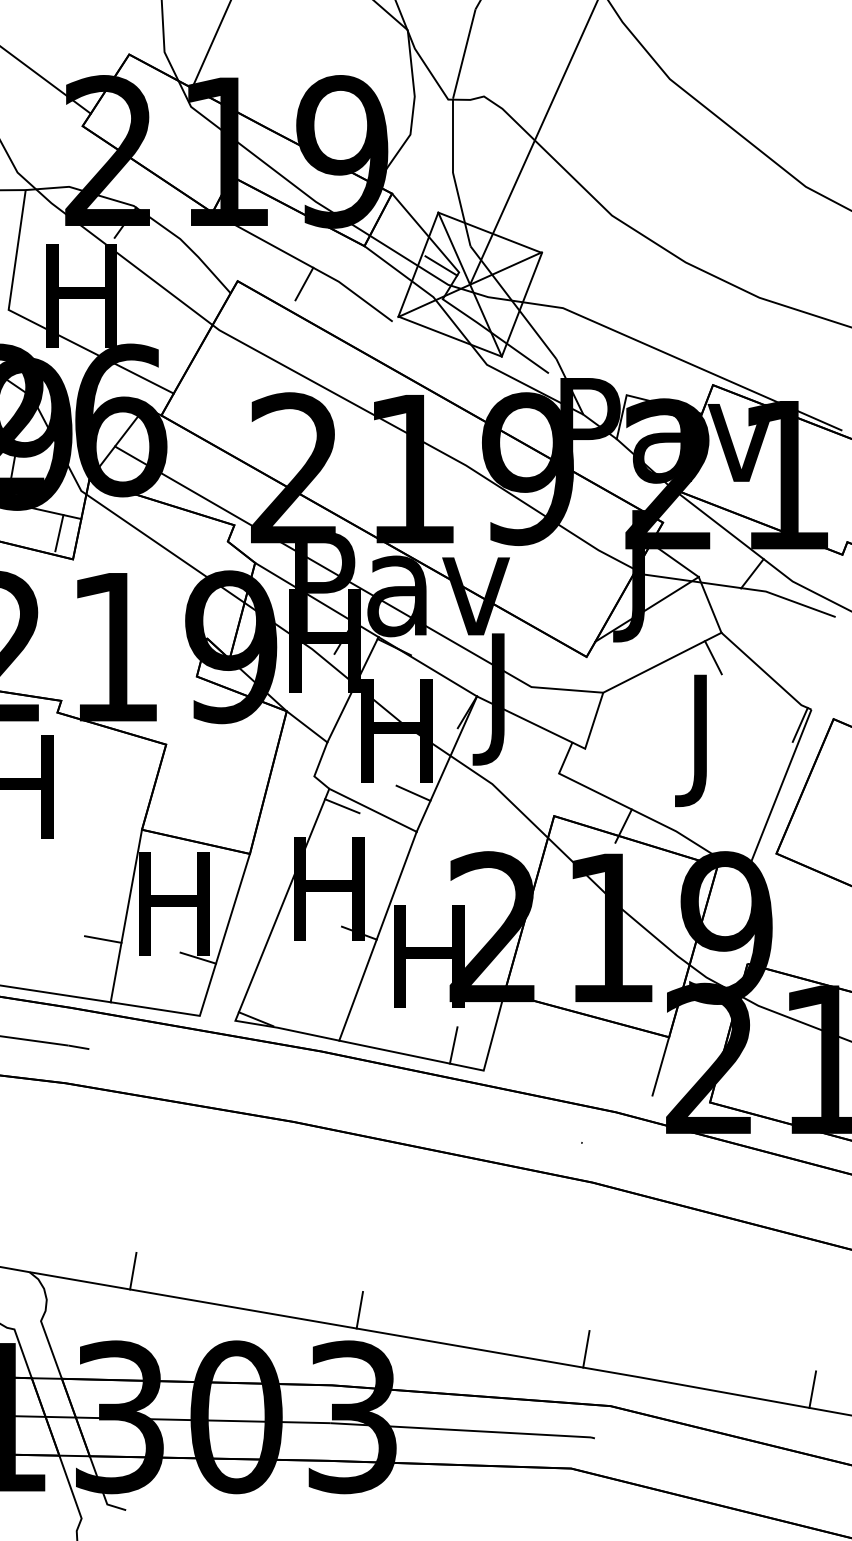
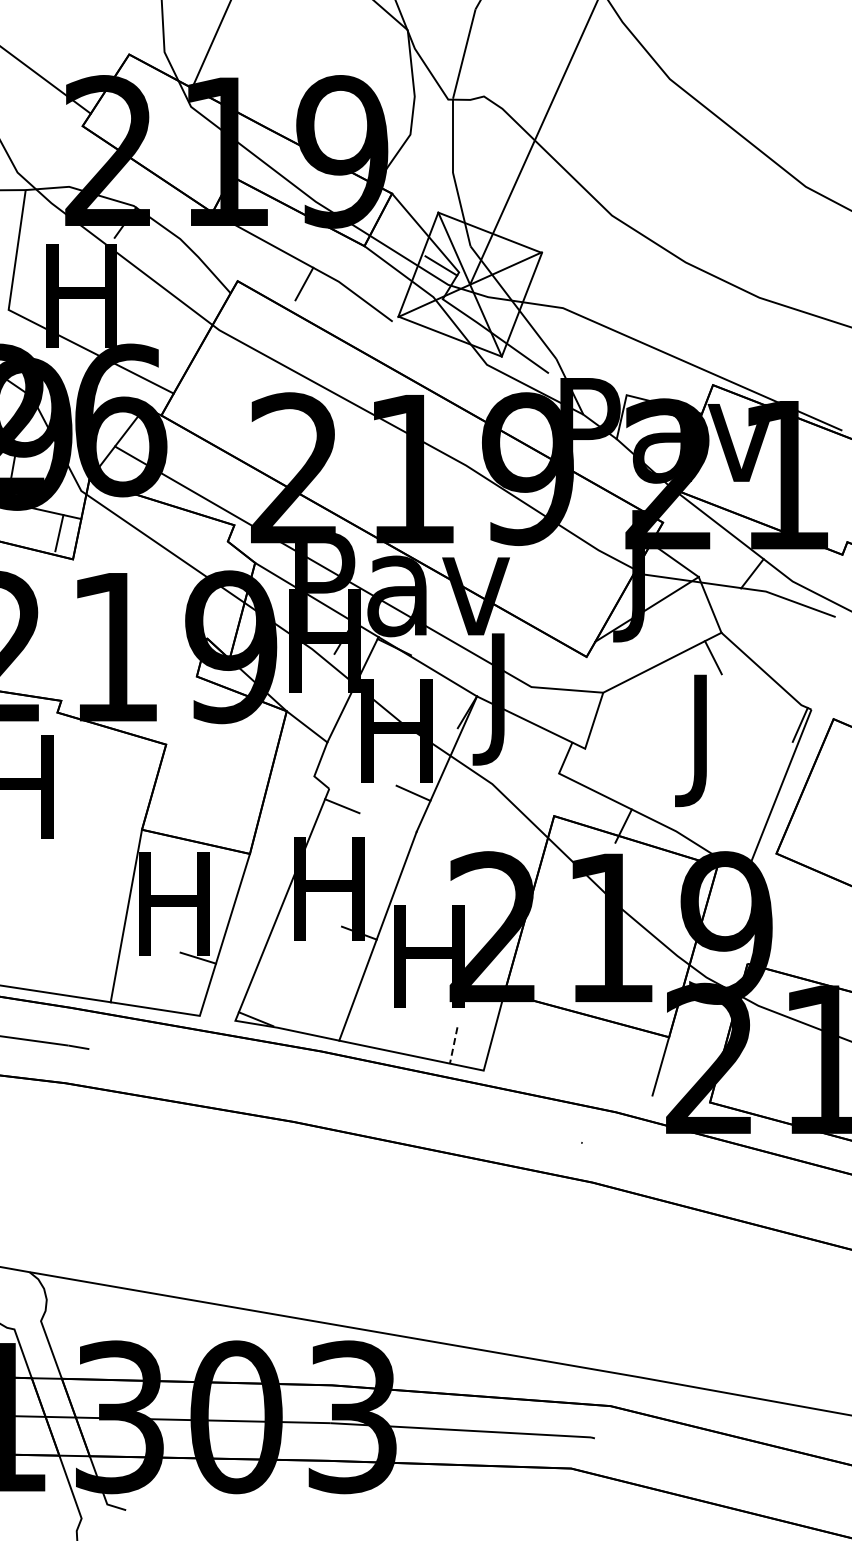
line at (372, 809): present -> none
line at (103, 939): present -> none
line at (453, 1045): solid -> dashed
line at (133, 1270): present -> none
line at (359, 1309): present -> none
line at (586, 1349): present -> none
line at (812, 1389): present -> none
